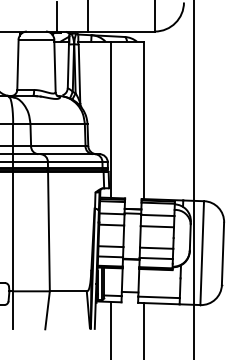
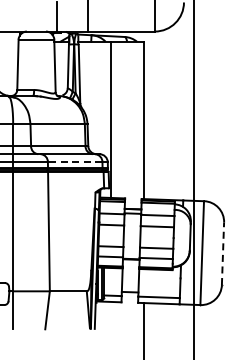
line at (74, 162): solid -> dashed
line at (223, 253): solid -> dashed
line at (111, 328): present -> none
